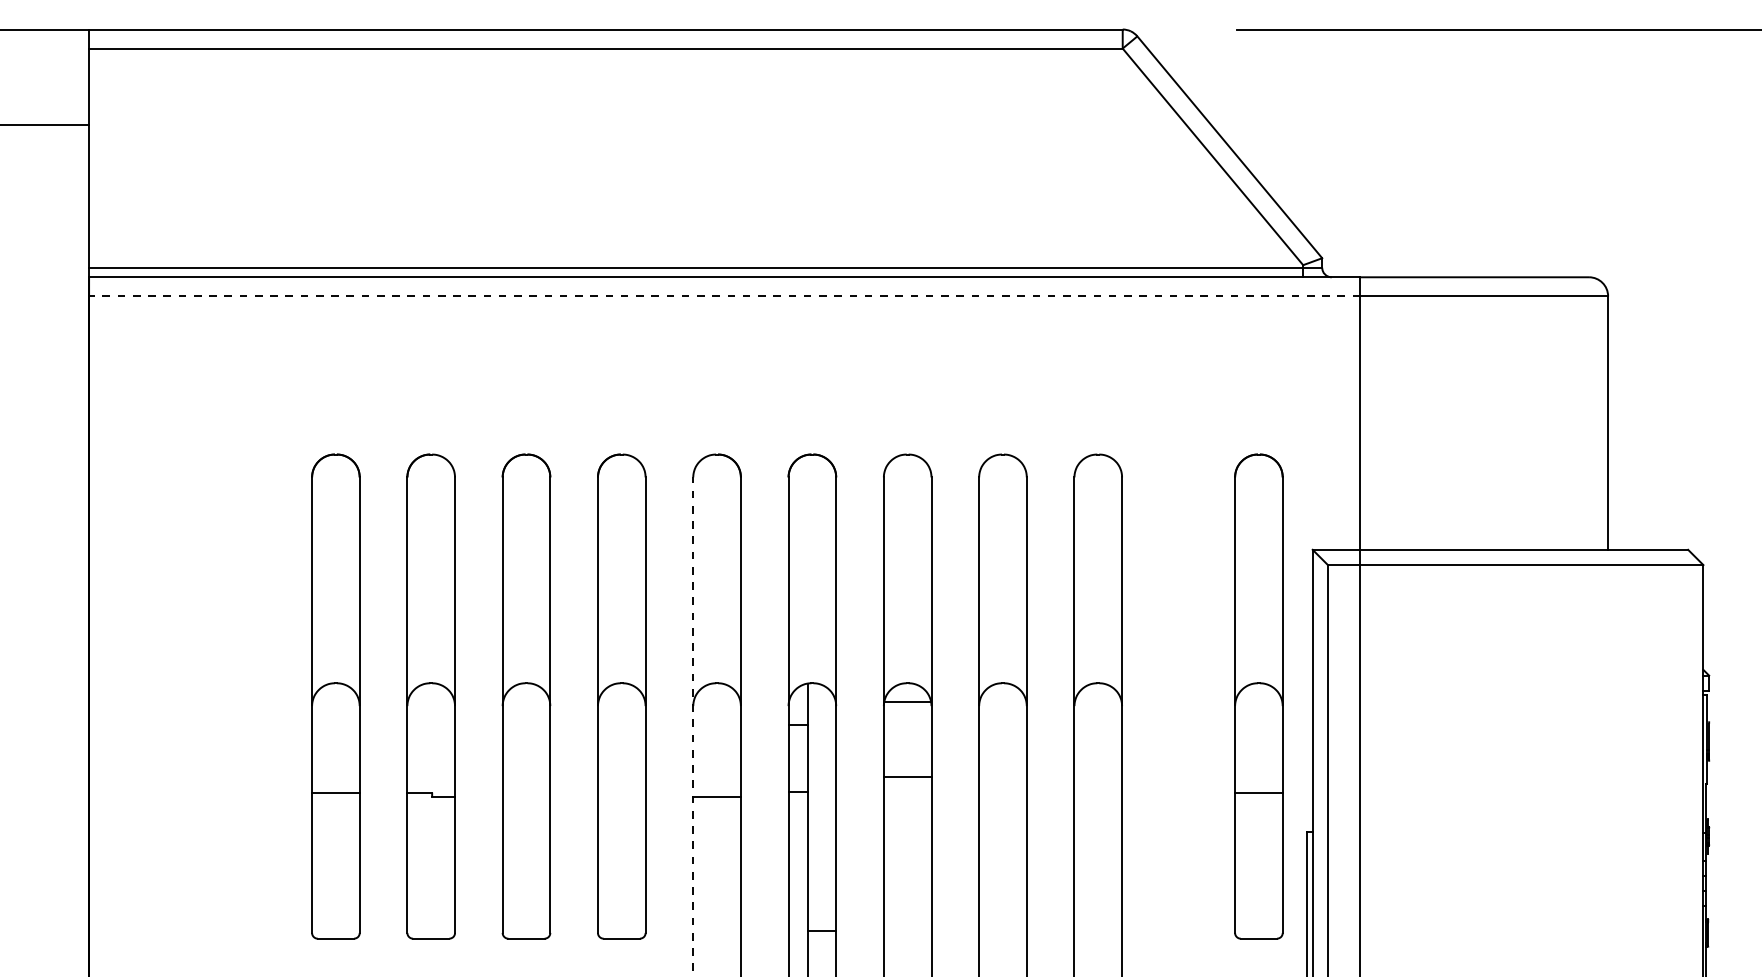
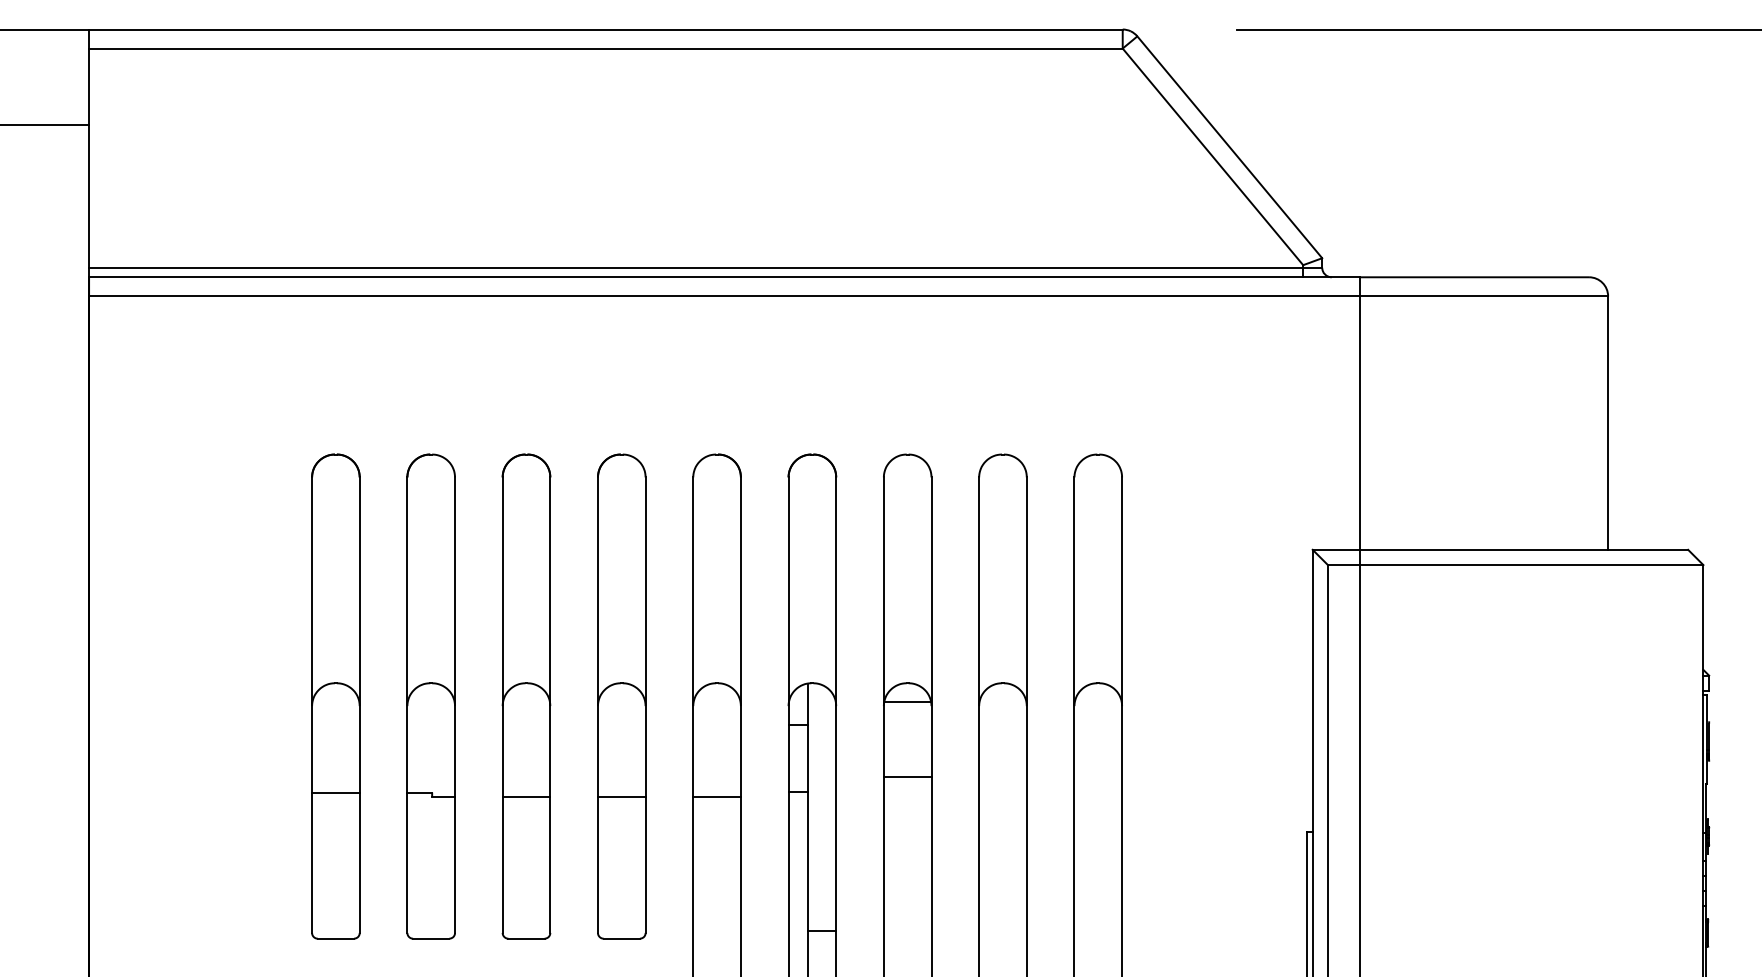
line at (724, 296): dashed -> solid
part at (1258, 696): present -> none
line at (693, 726): dashed -> solid
line at (526, 796): none -> present
line at (621, 796): none -> present
